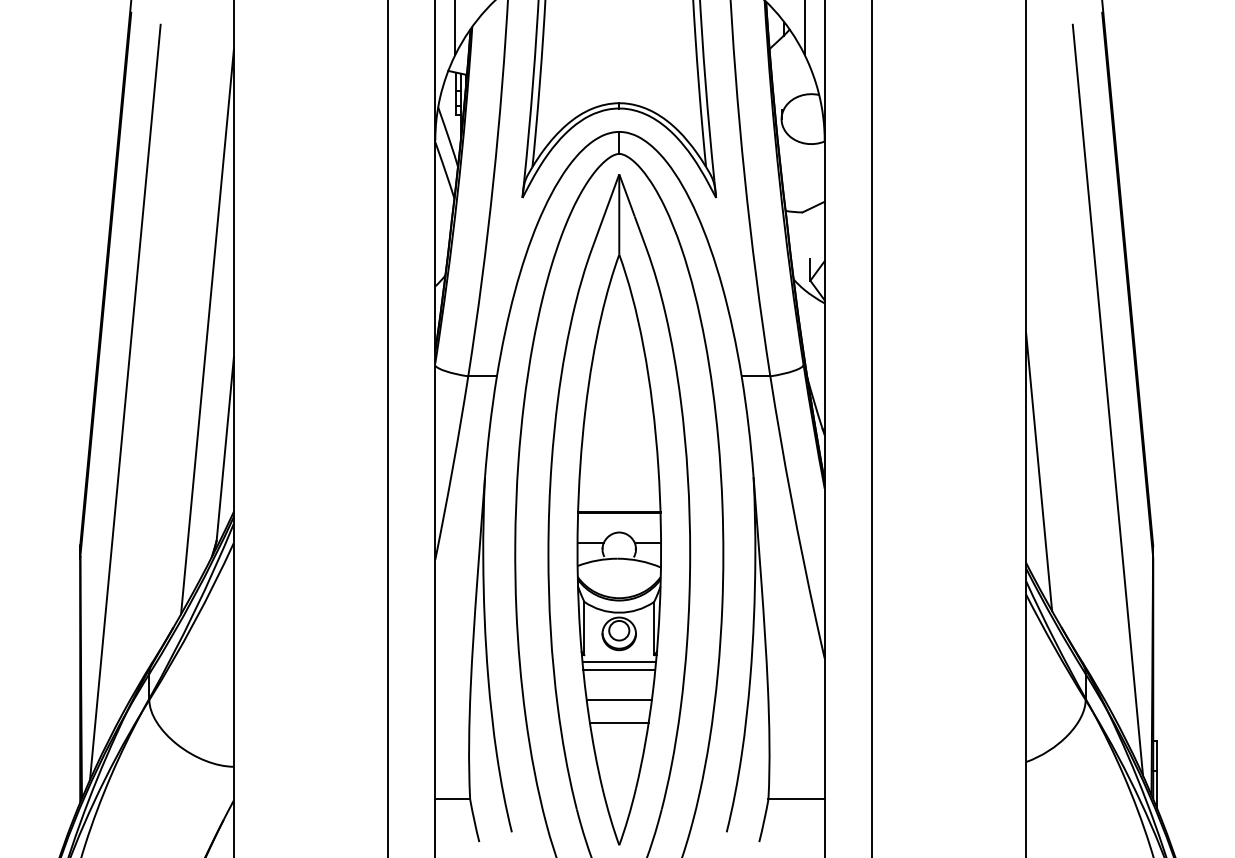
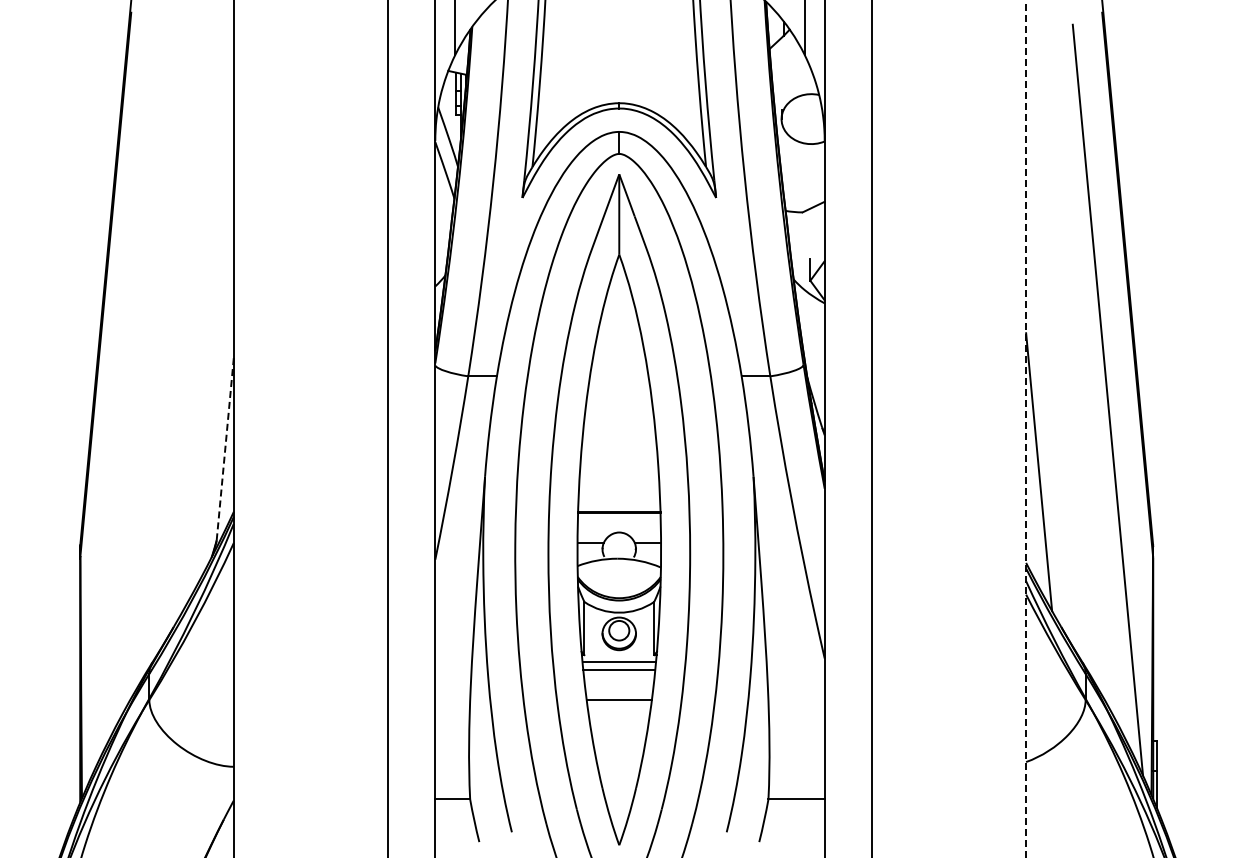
line at (207, 331): present -> none
line at (125, 402): present -> none
line at (1026, 428): solid -> dashed
line at (225, 448): solid -> dashed
line at (618, 722): present -> none
